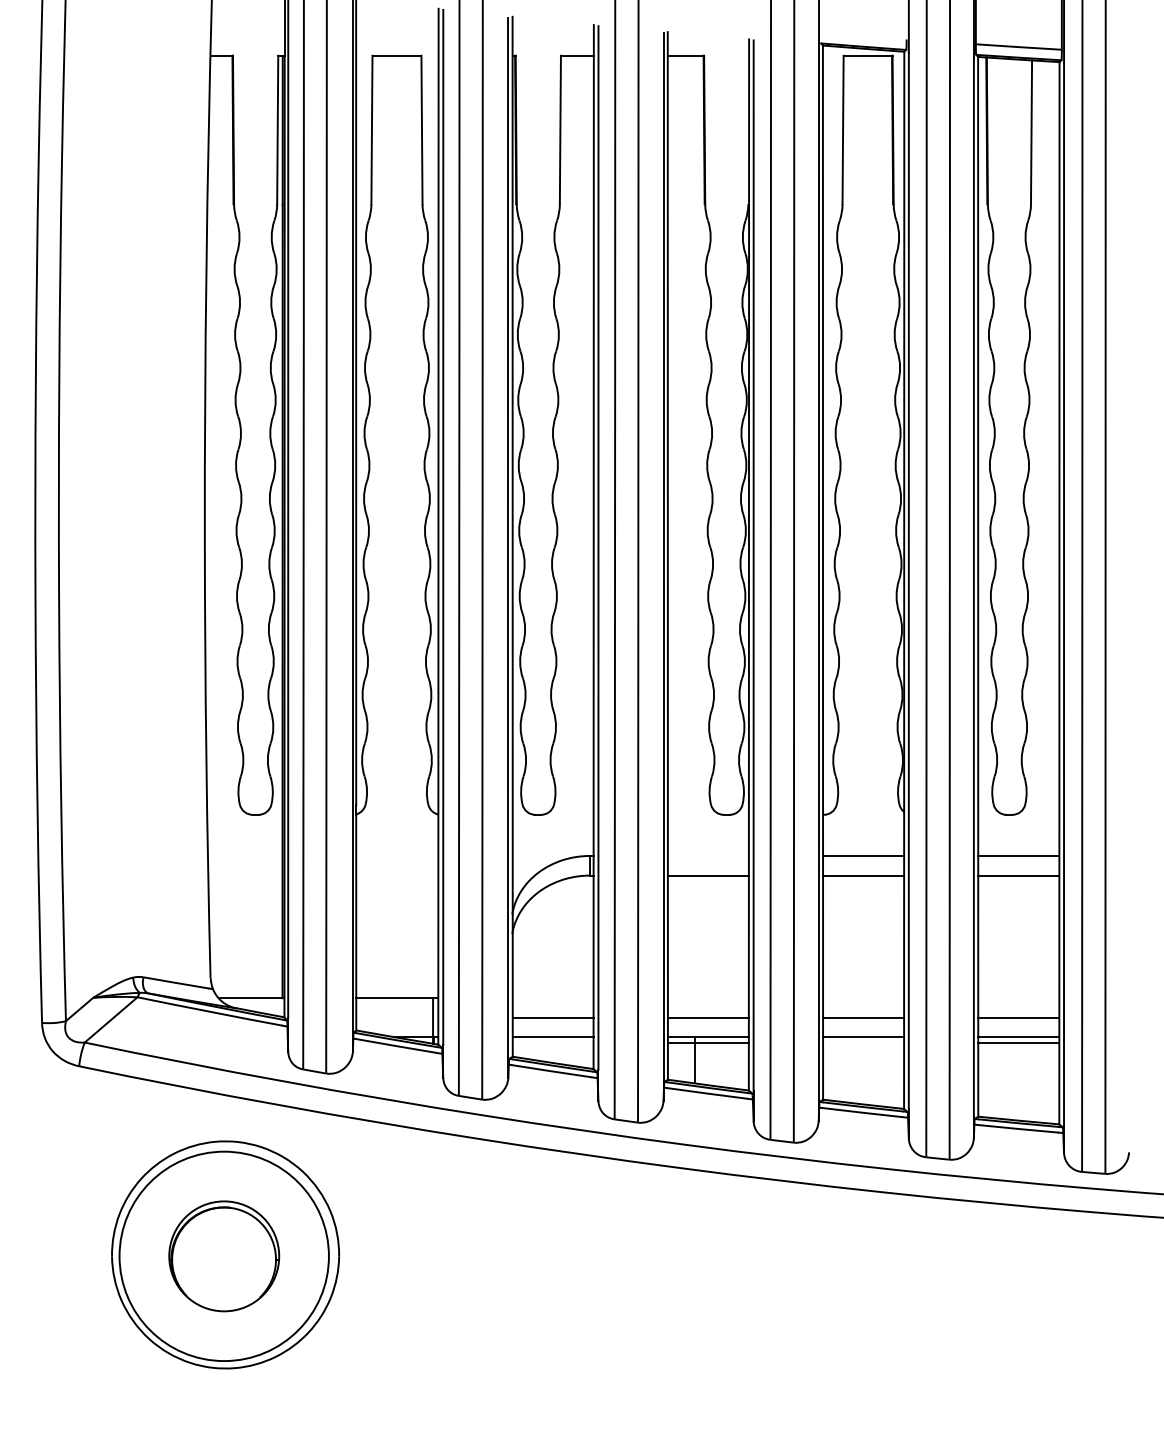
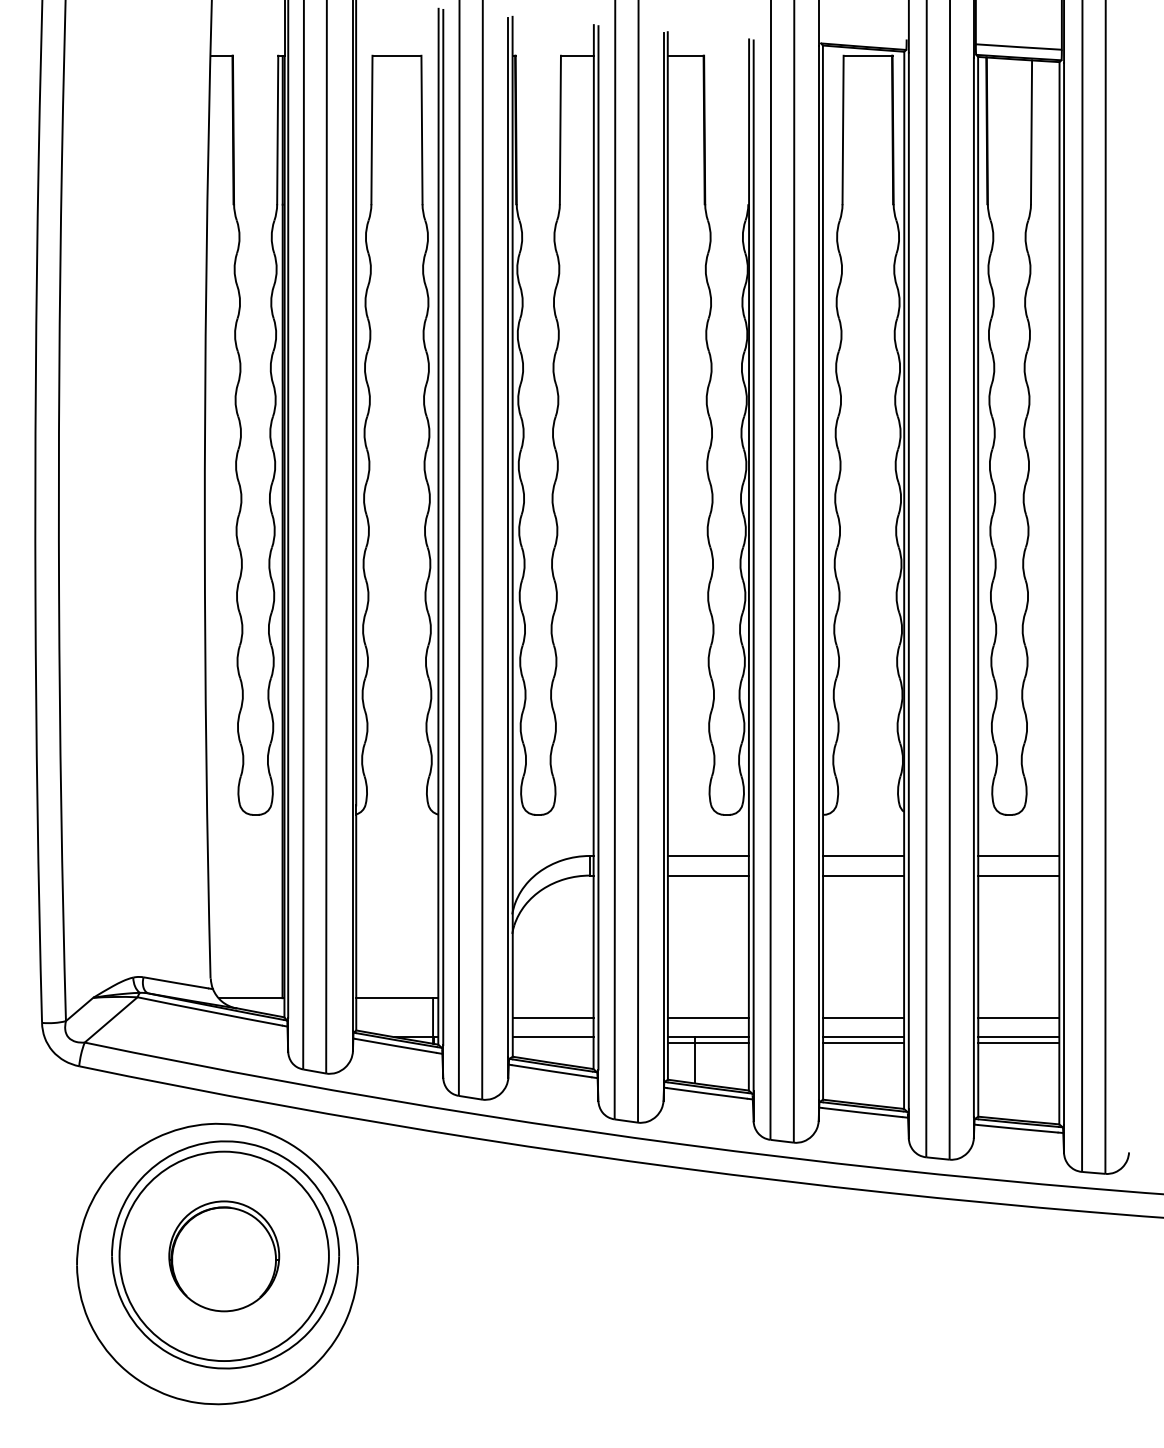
line at (707, 855): none -> present
line at (863, 1042): none -> present
part at (217, 1263): none -> present
